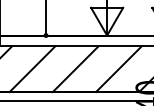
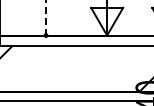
line at (46, 17): solid -> dashed
line at (32, 69): present -> none
line at (75, 69): present -> none
line at (118, 69): present -> none
